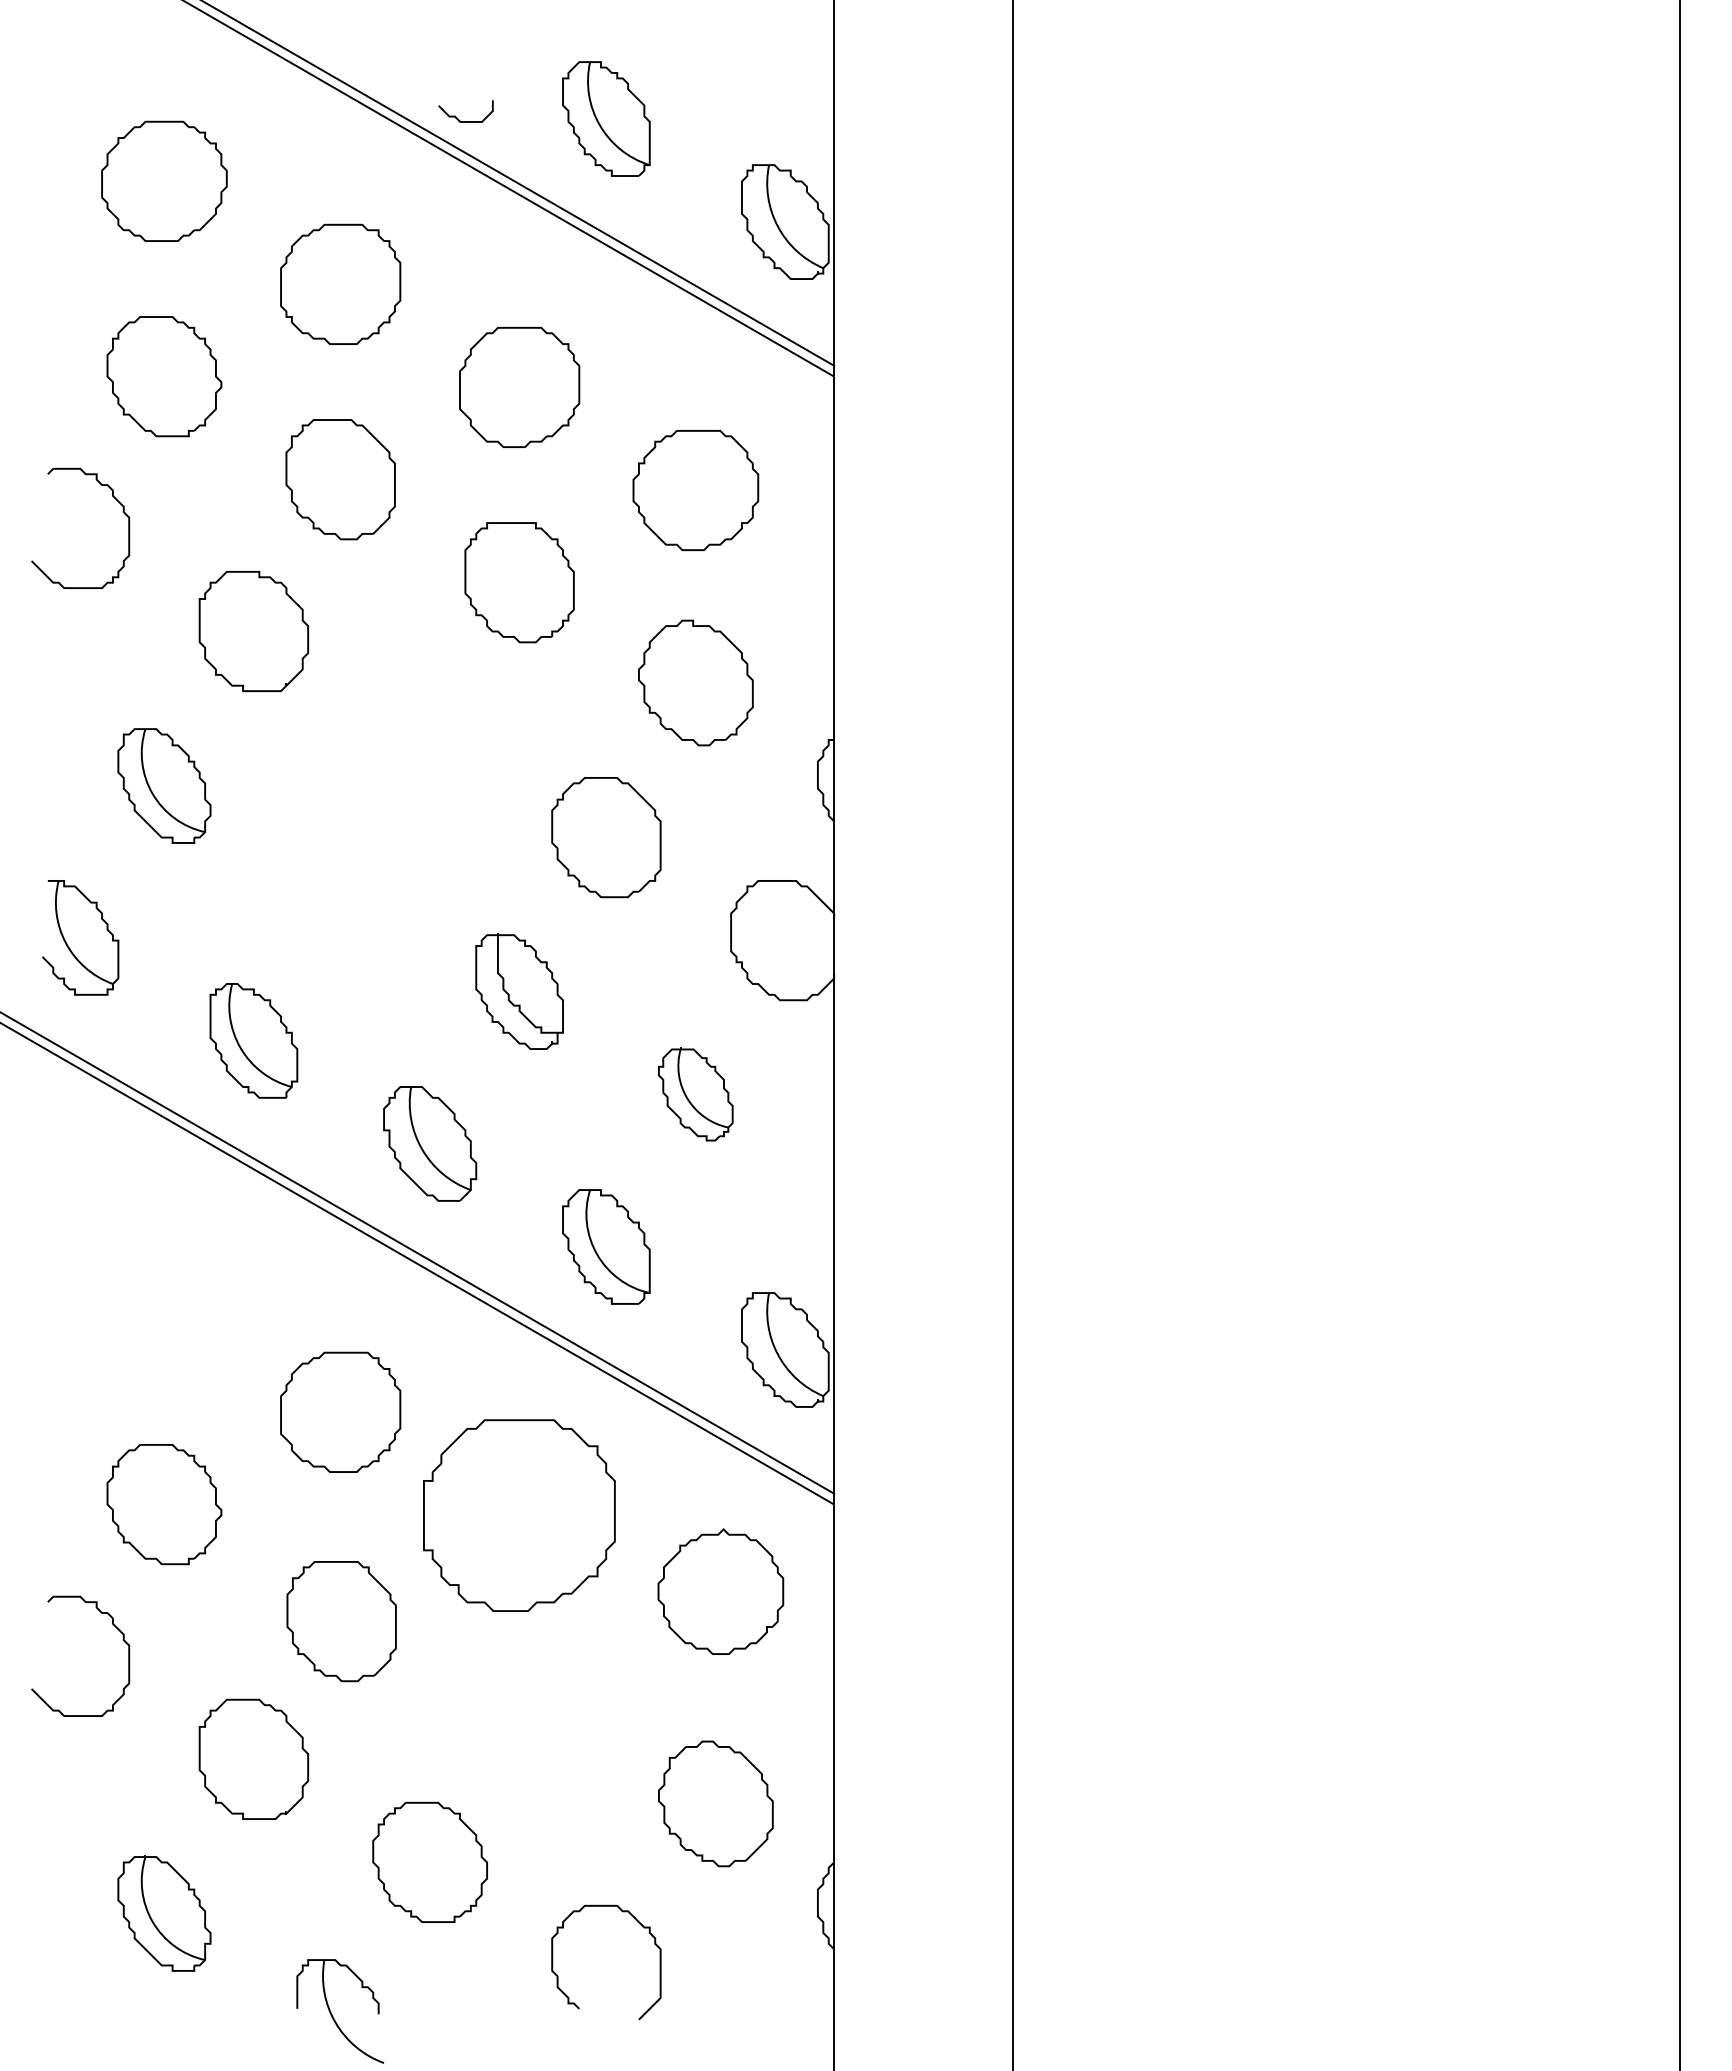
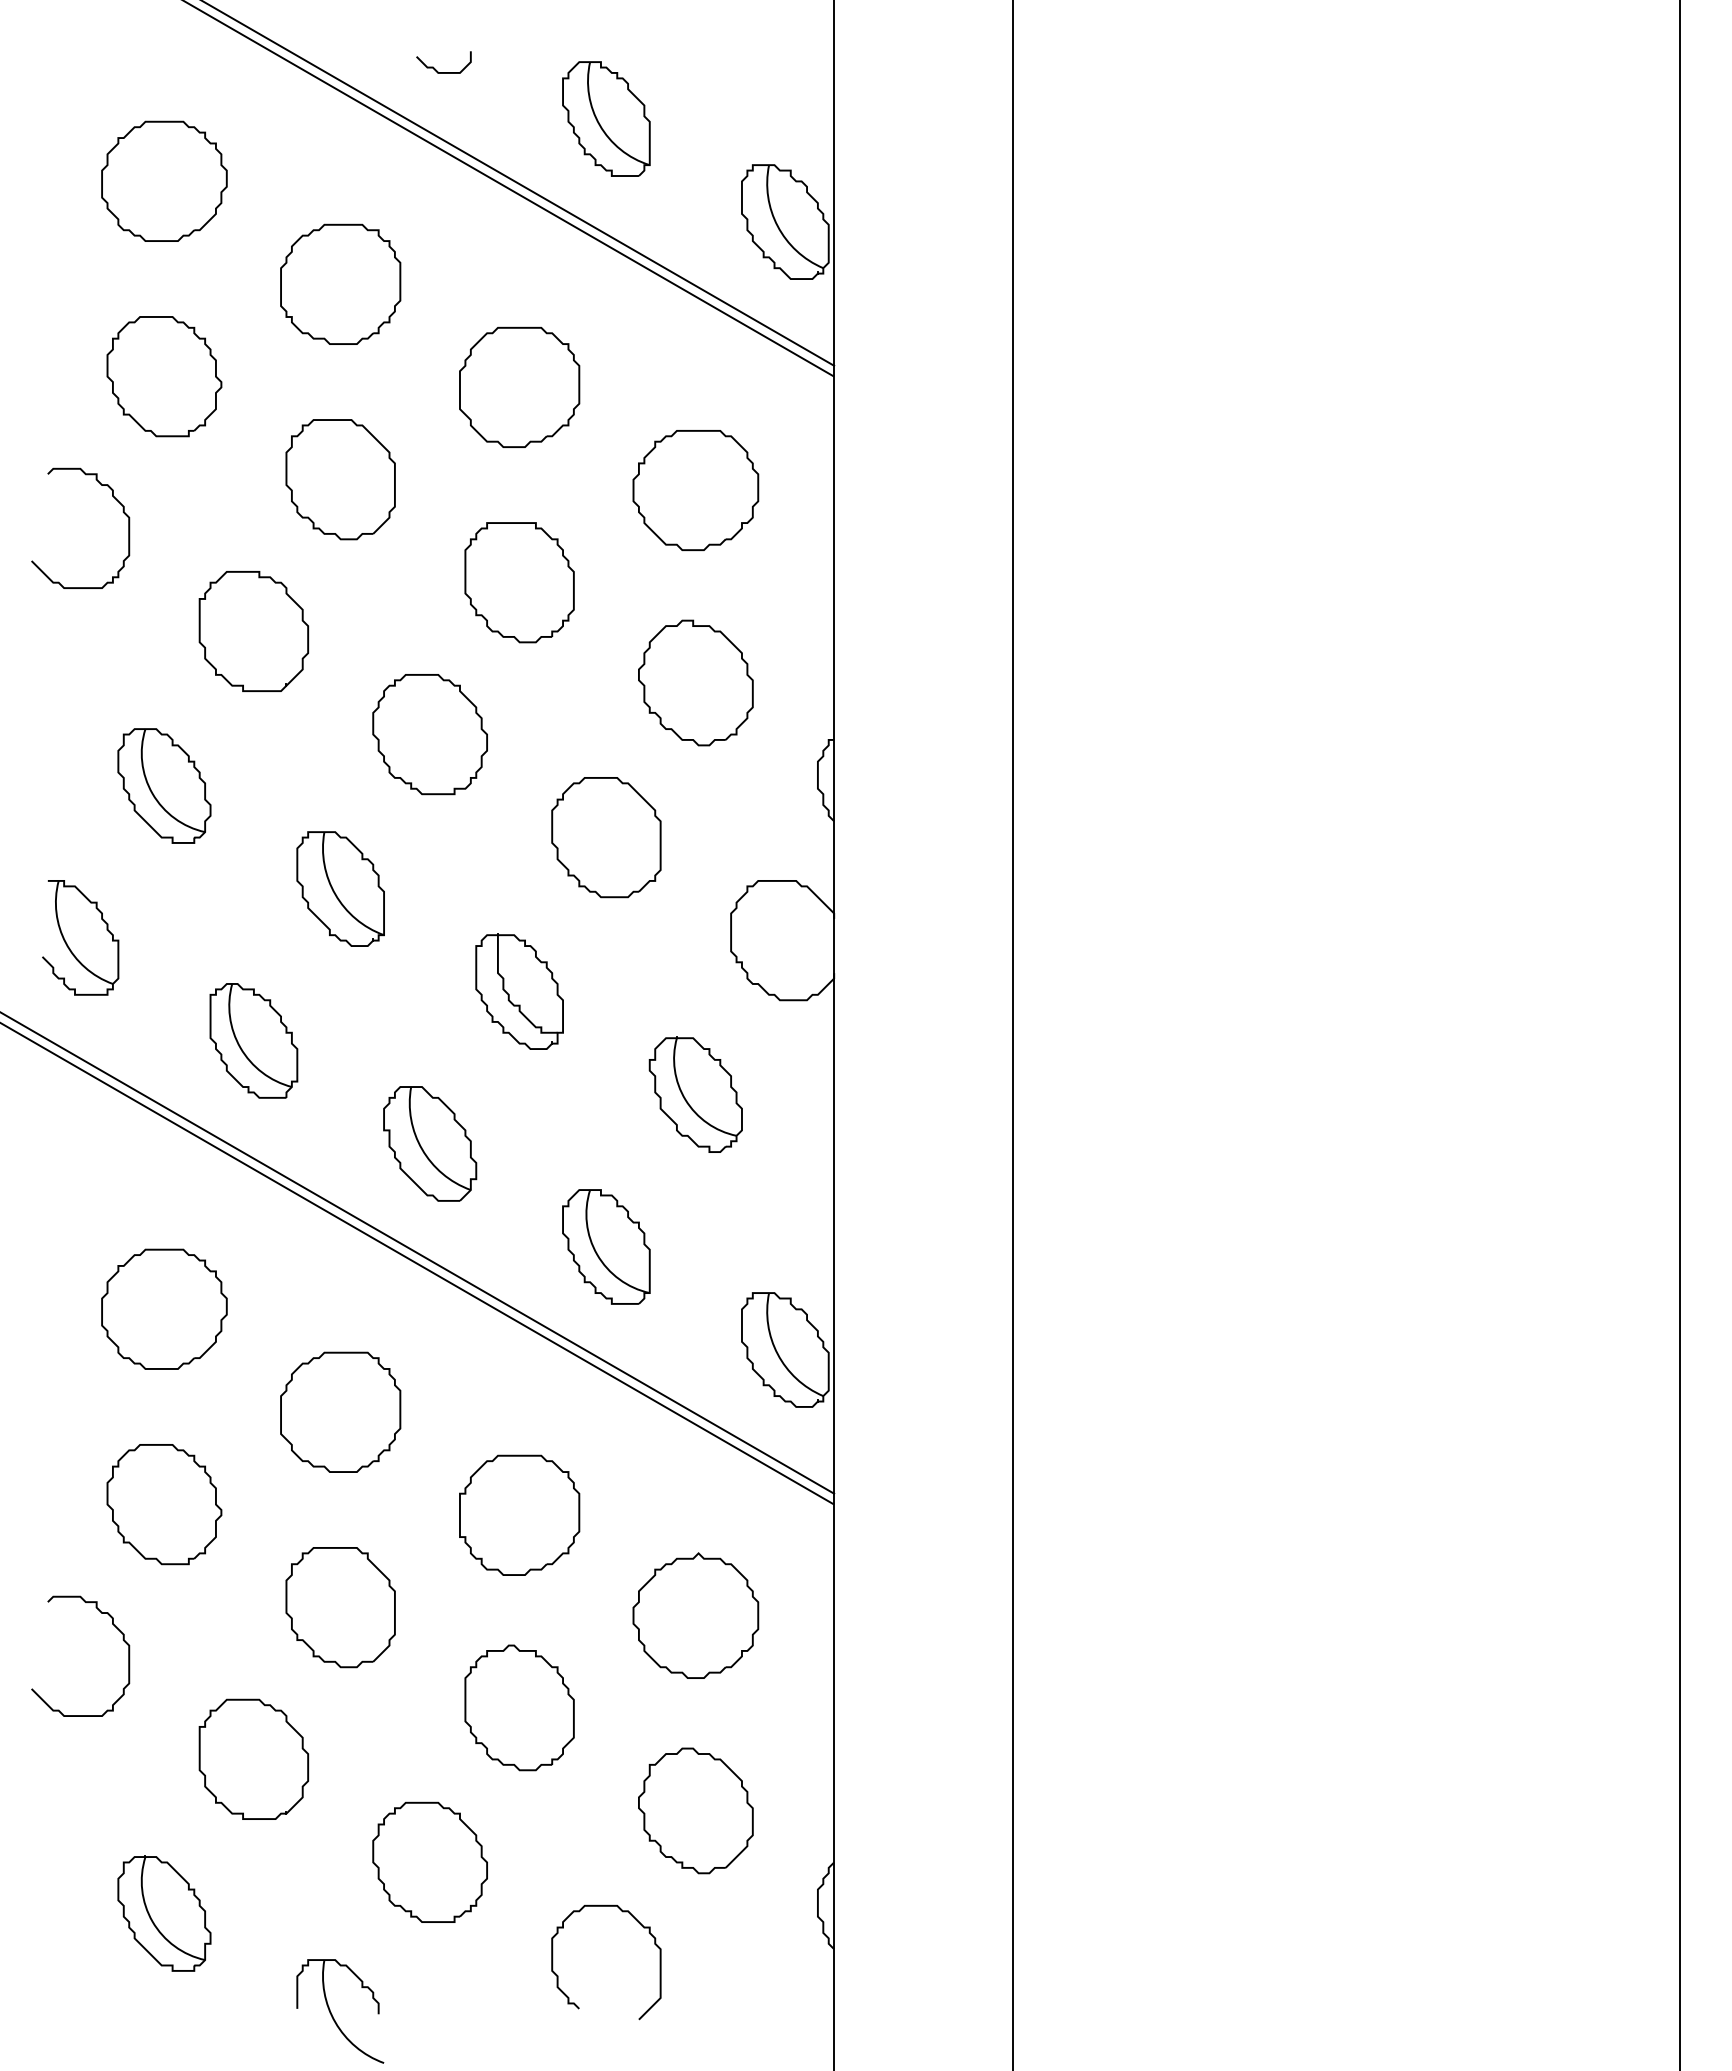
curve at (458, 118) position: (458, 118) -> (436, 69)
part at (429, 734): none -> present
part at (340, 888): none -> present
part at (695, 1094) size: 76x95 px -> 95x117 px
part at (164, 1308): none -> present
part at (519, 1515) size: 193x193 px -> 122x122 px
part at (720, 1591) position: (720, 1591) -> (695, 1615)
part at (341, 1621) position: (341, 1621) -> (340, 1607)
part at (519, 1707): none -> present
part at (715, 1803) position: (715, 1803) -> (695, 1810)
